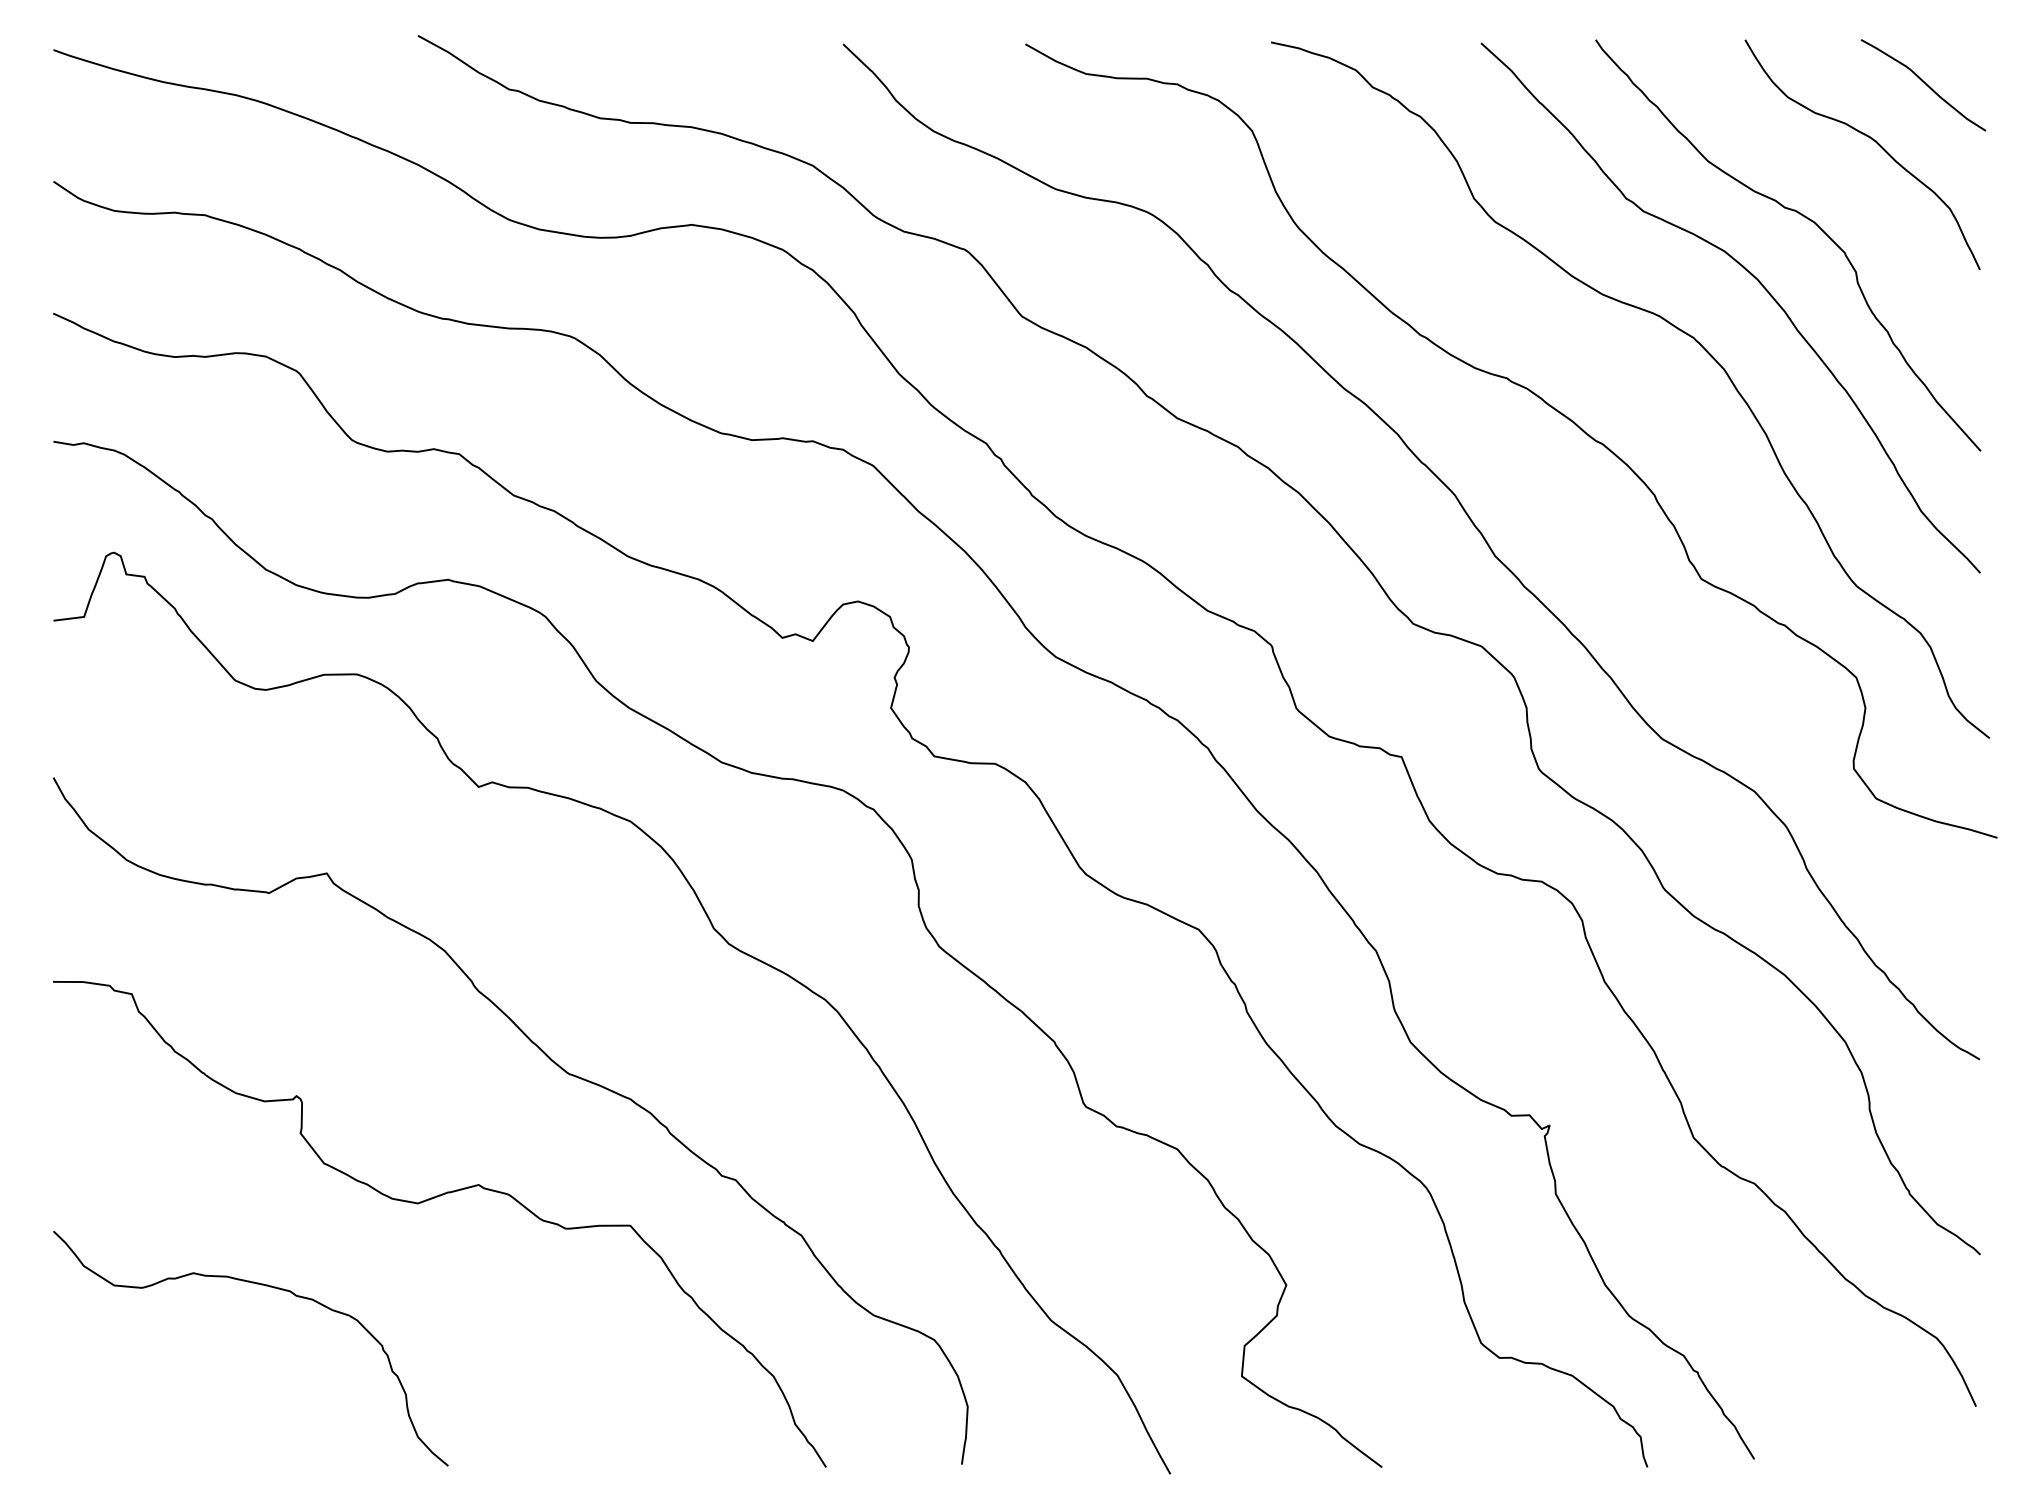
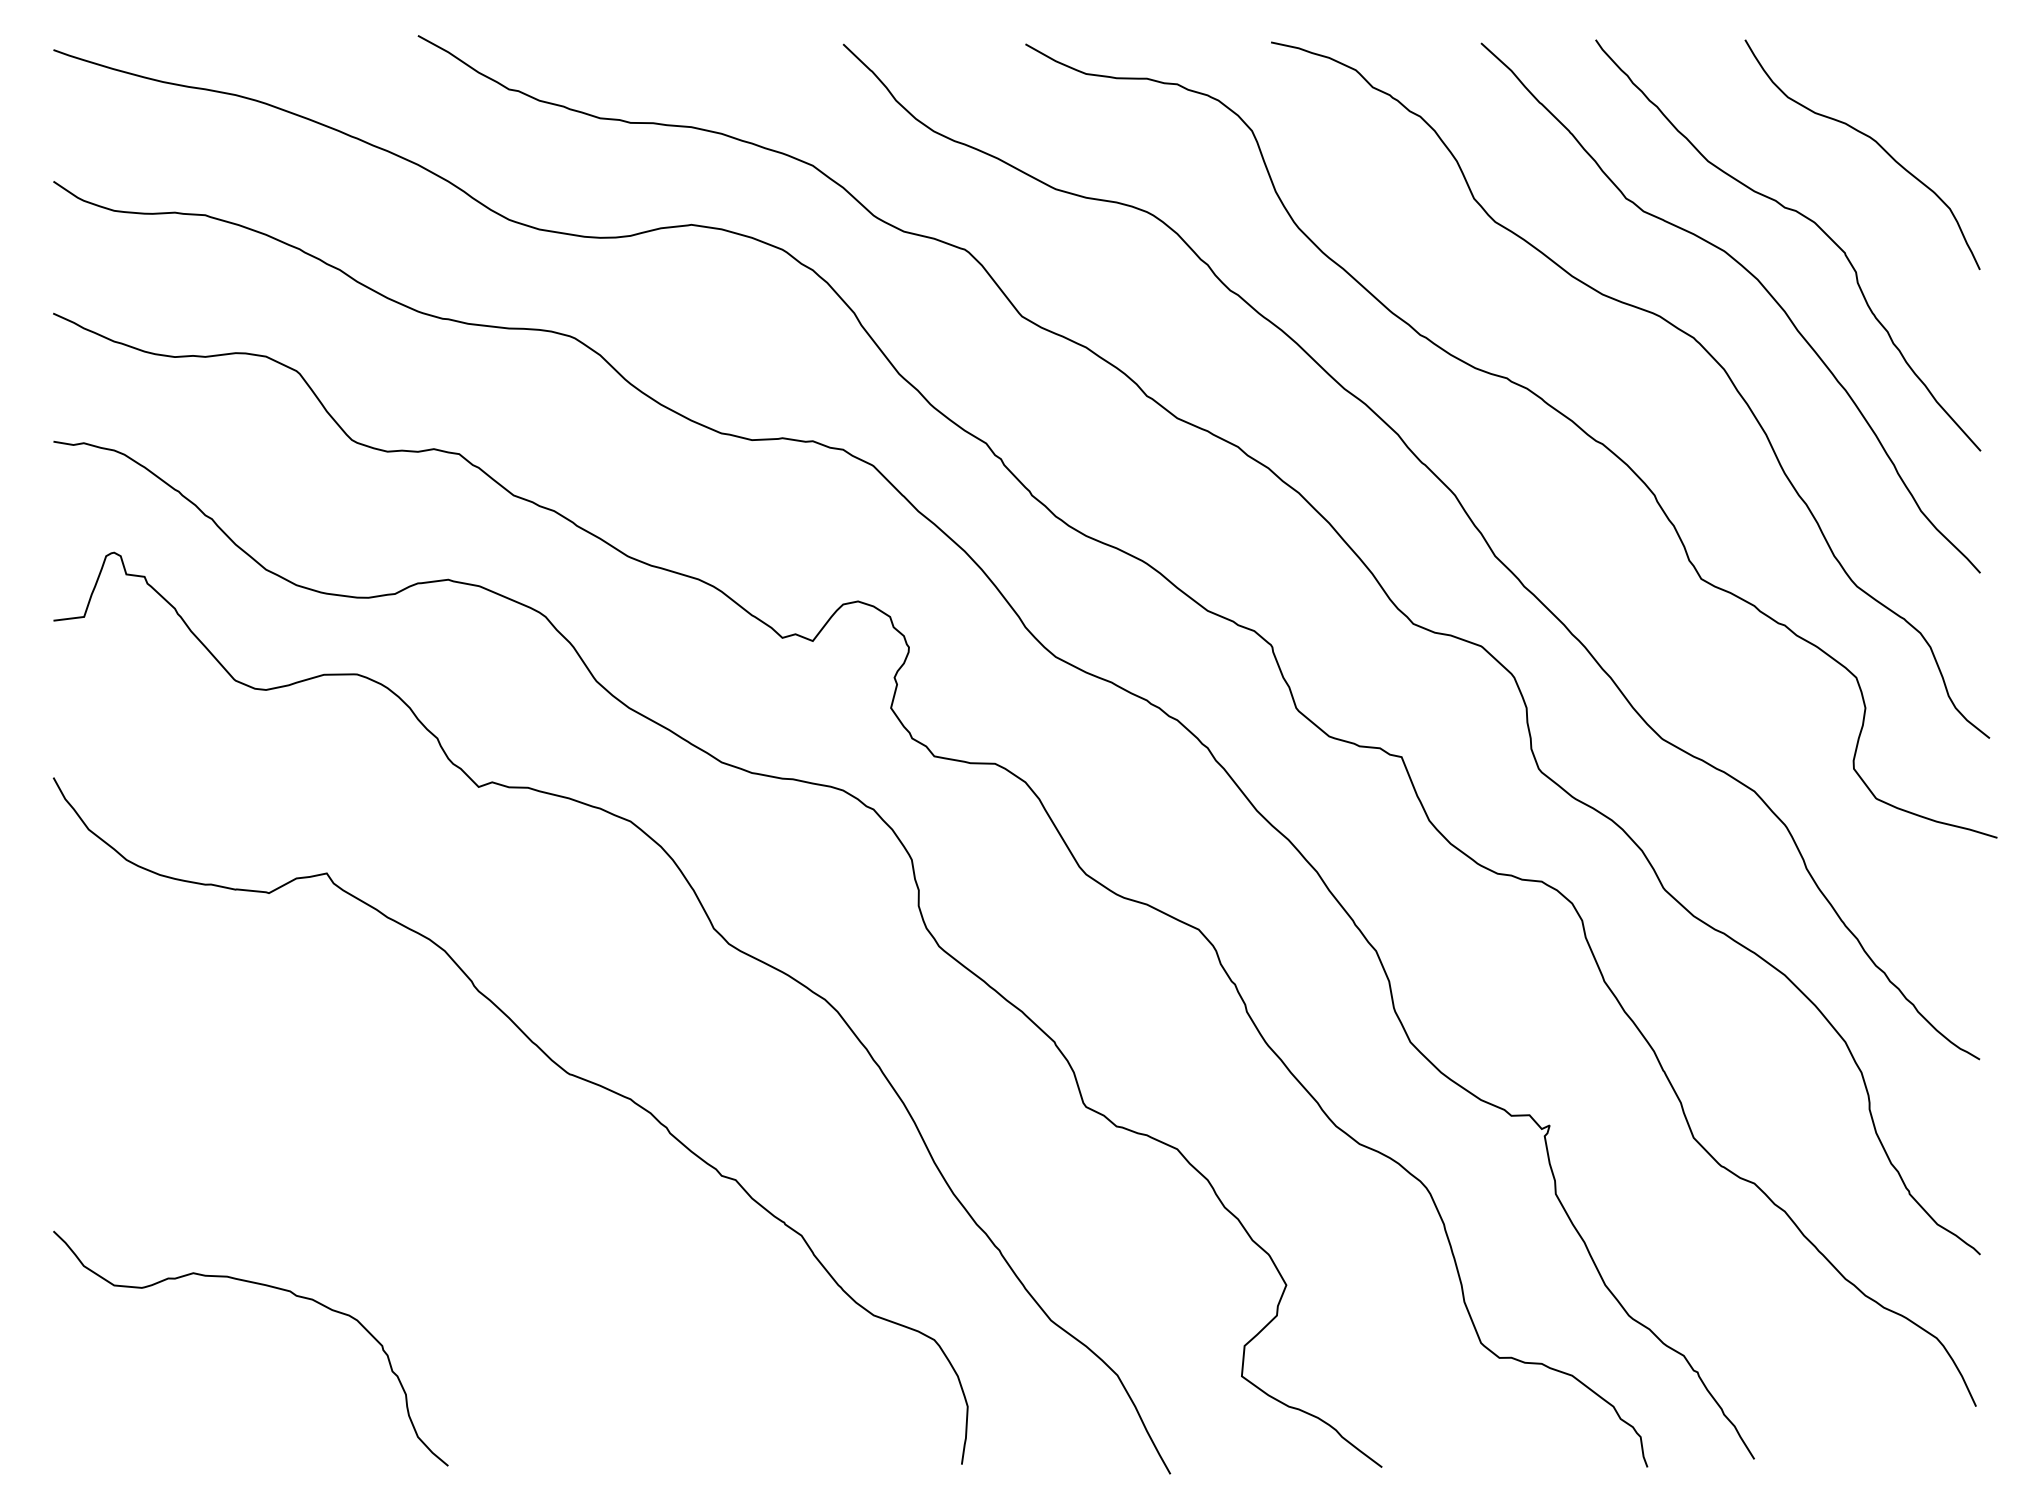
curve at (1924, 83): present -> none
curve at (432, 1199): present -> none
